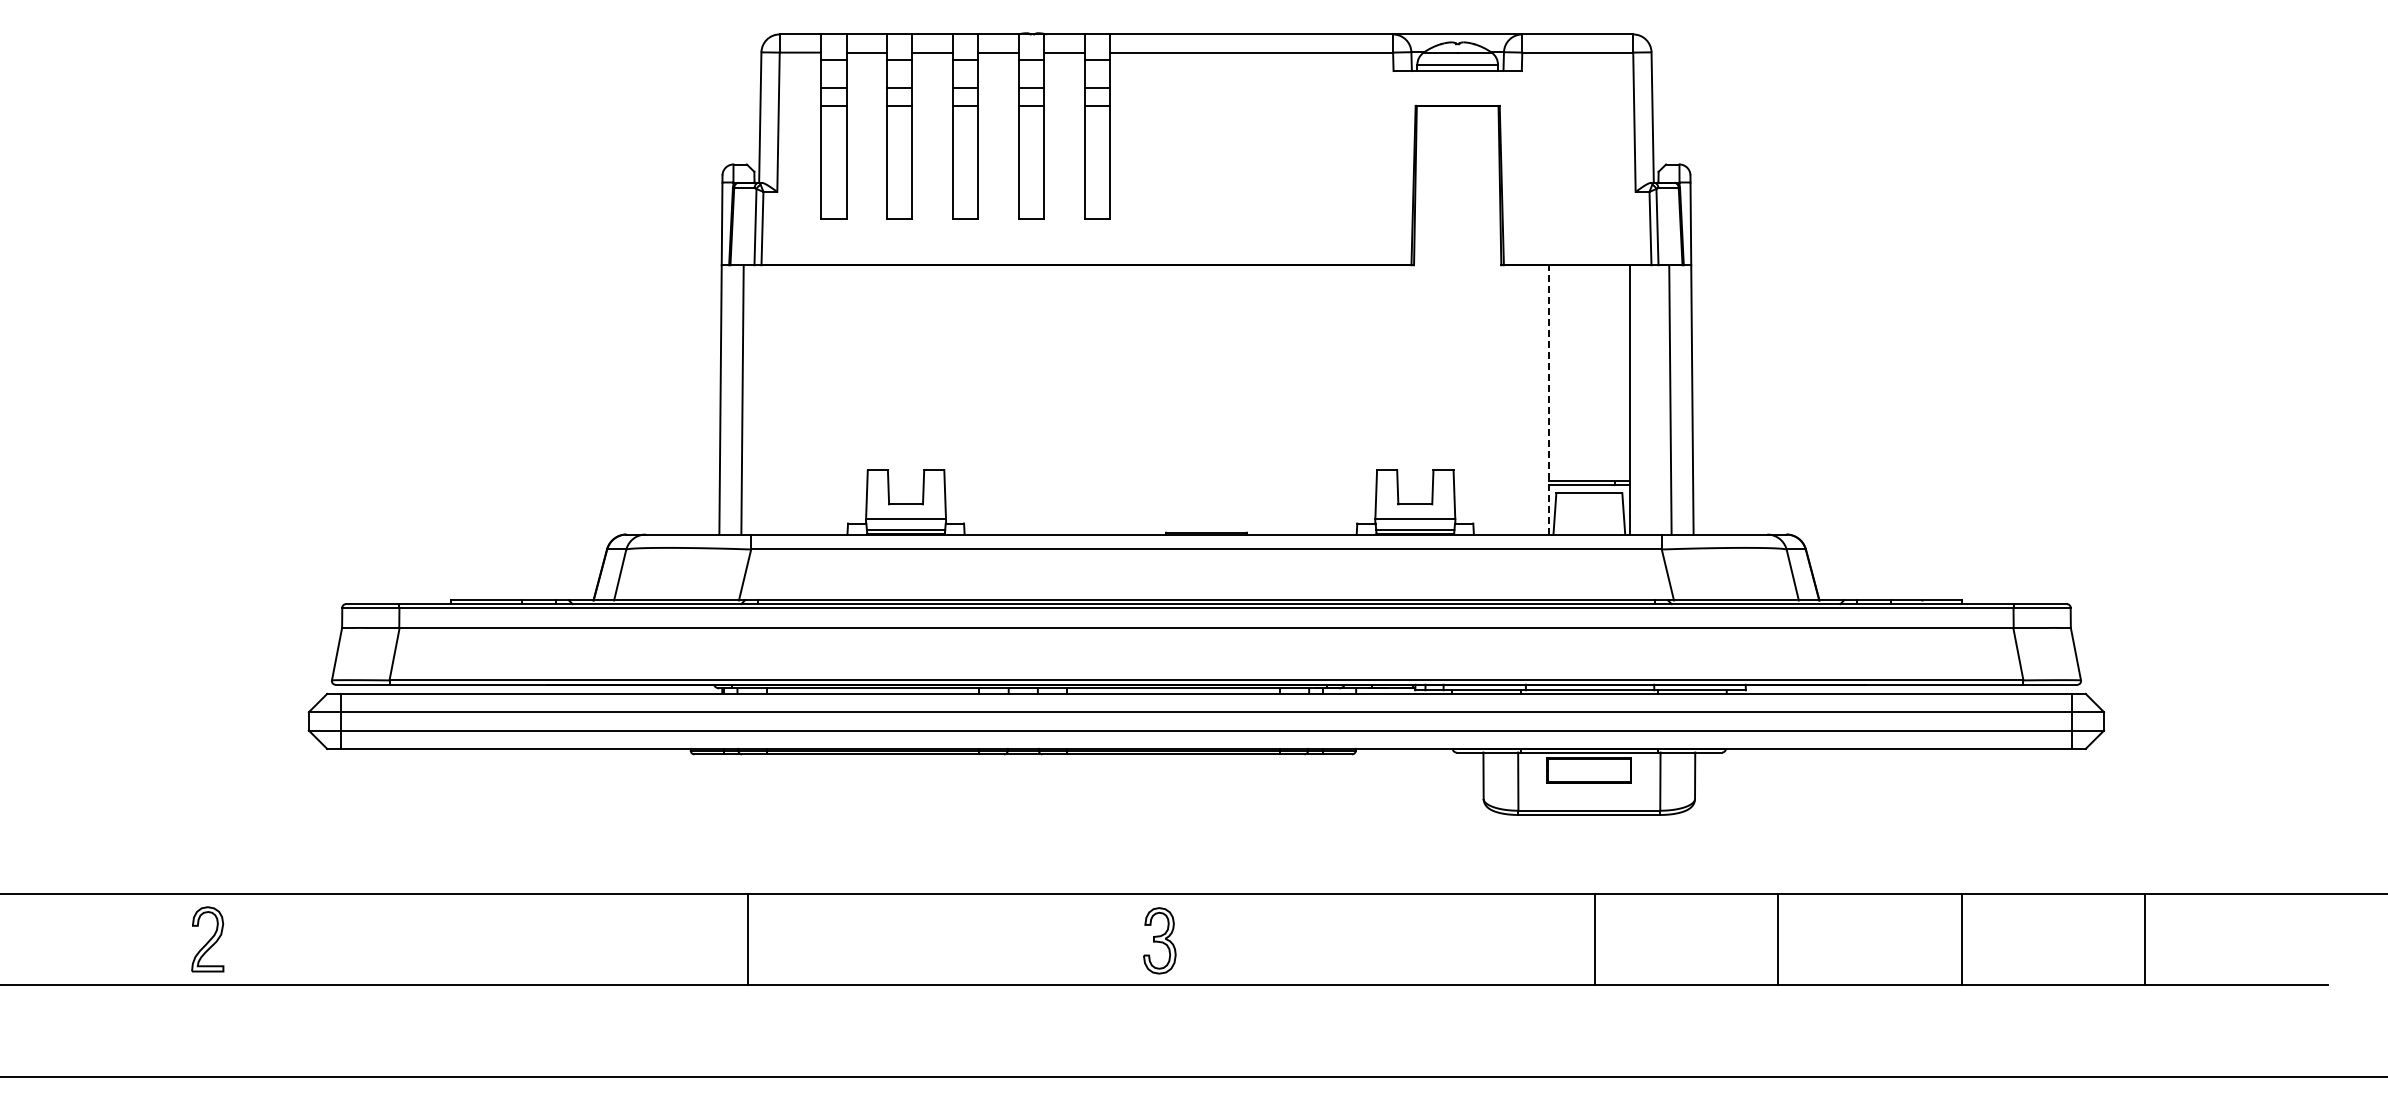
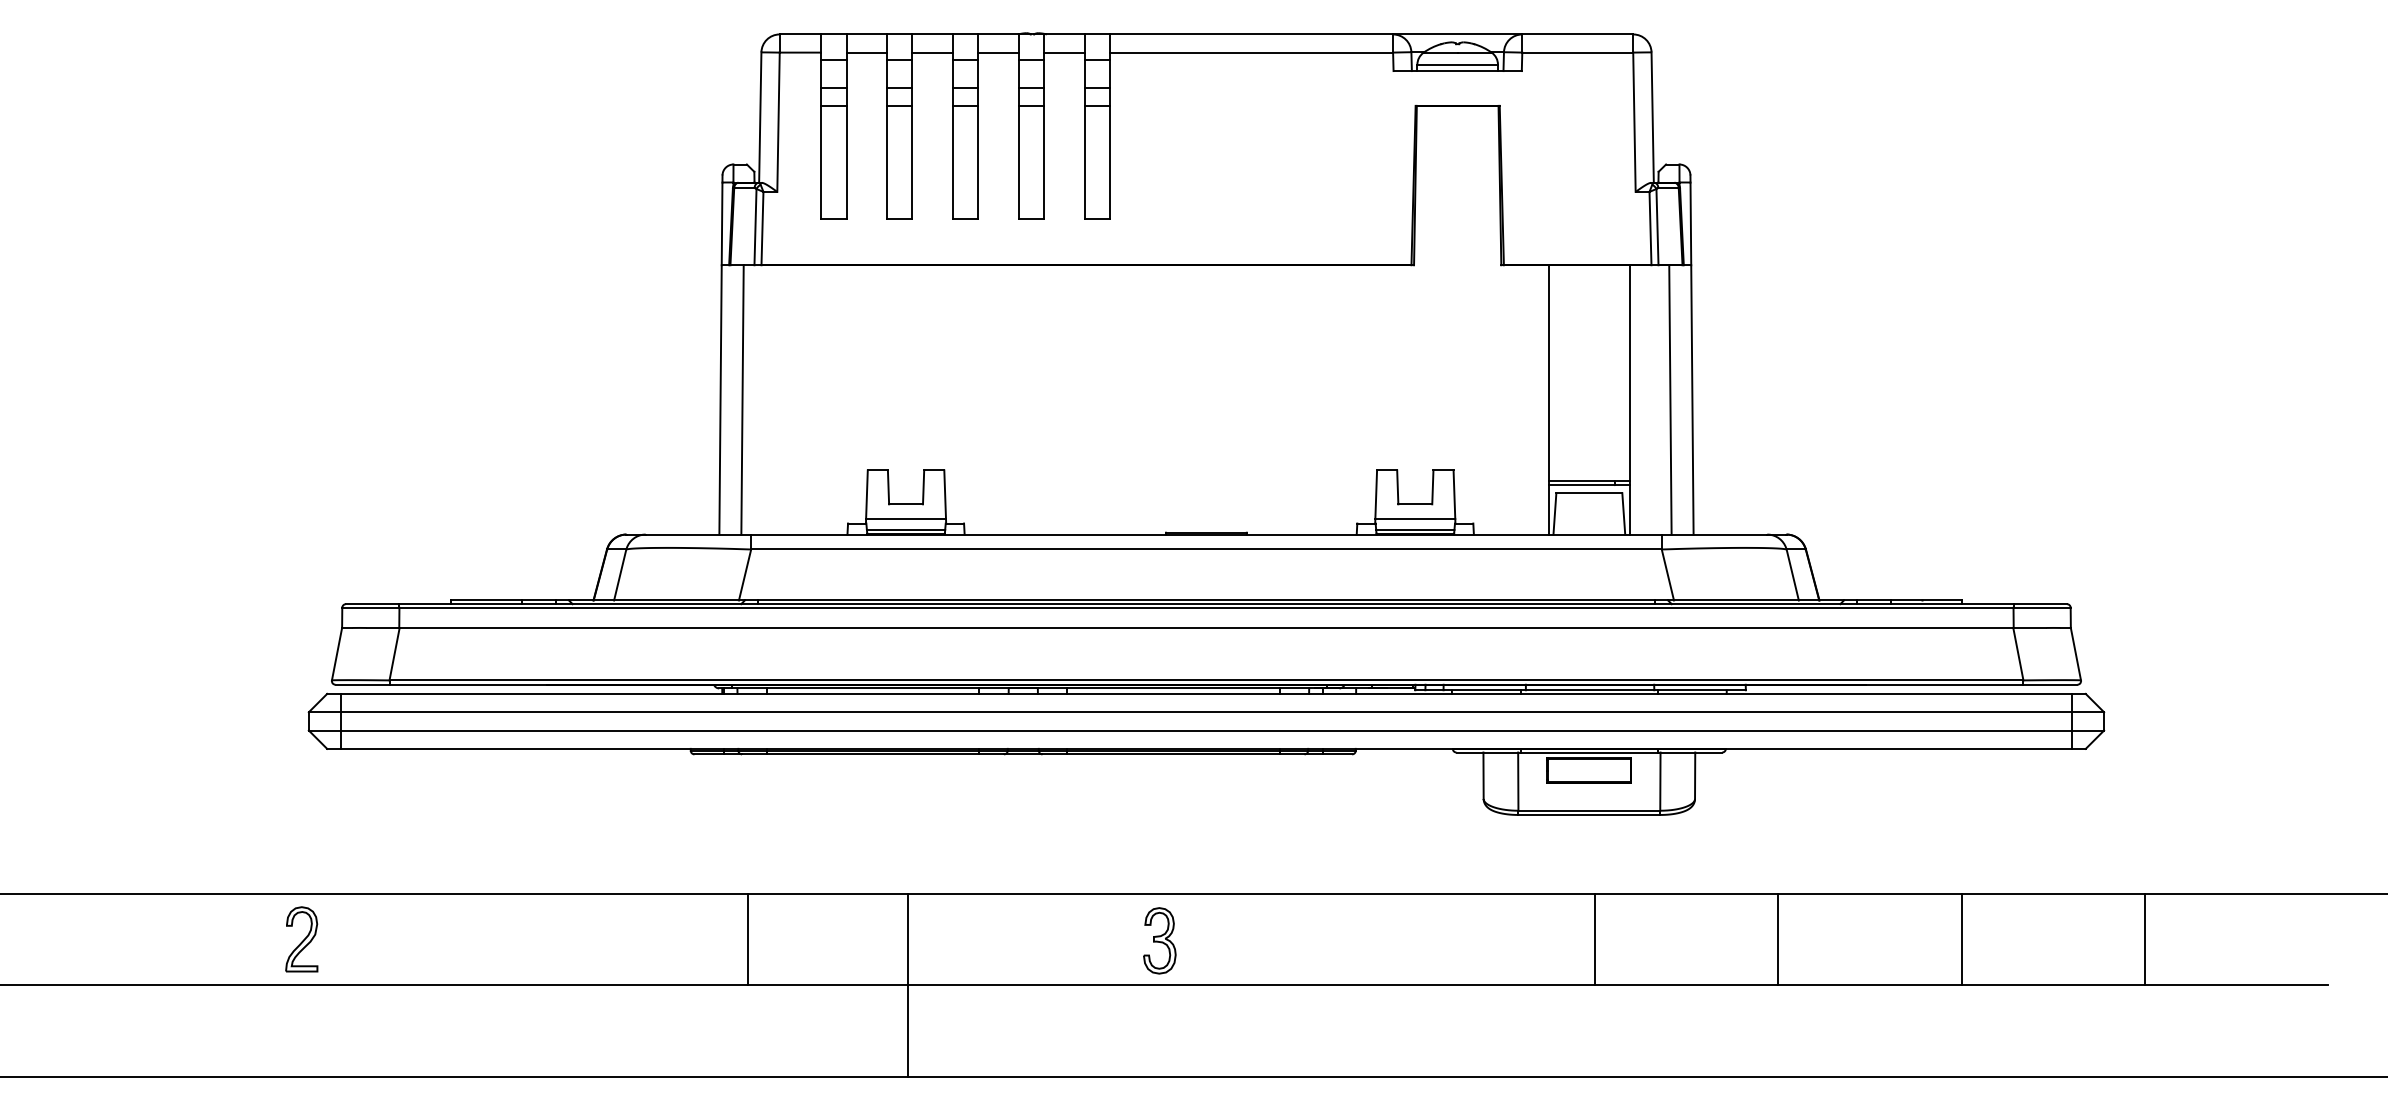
line at (1549, 399): dashed -> solid
part at (207, 939) position: (207, 939) -> (301, 939)
line at (908, 984): none -> present
